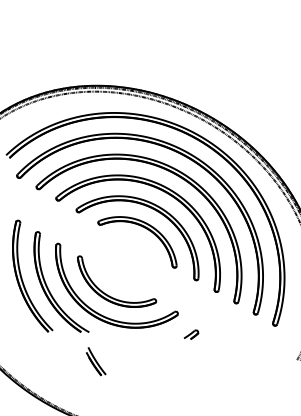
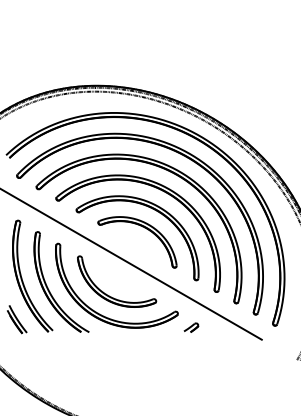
line at (131, 264): none -> present
part at (191, 334) position: (191, 334) -> (191, 327)
part at (96, 361) position: (96, 361) -> (17, 319)
